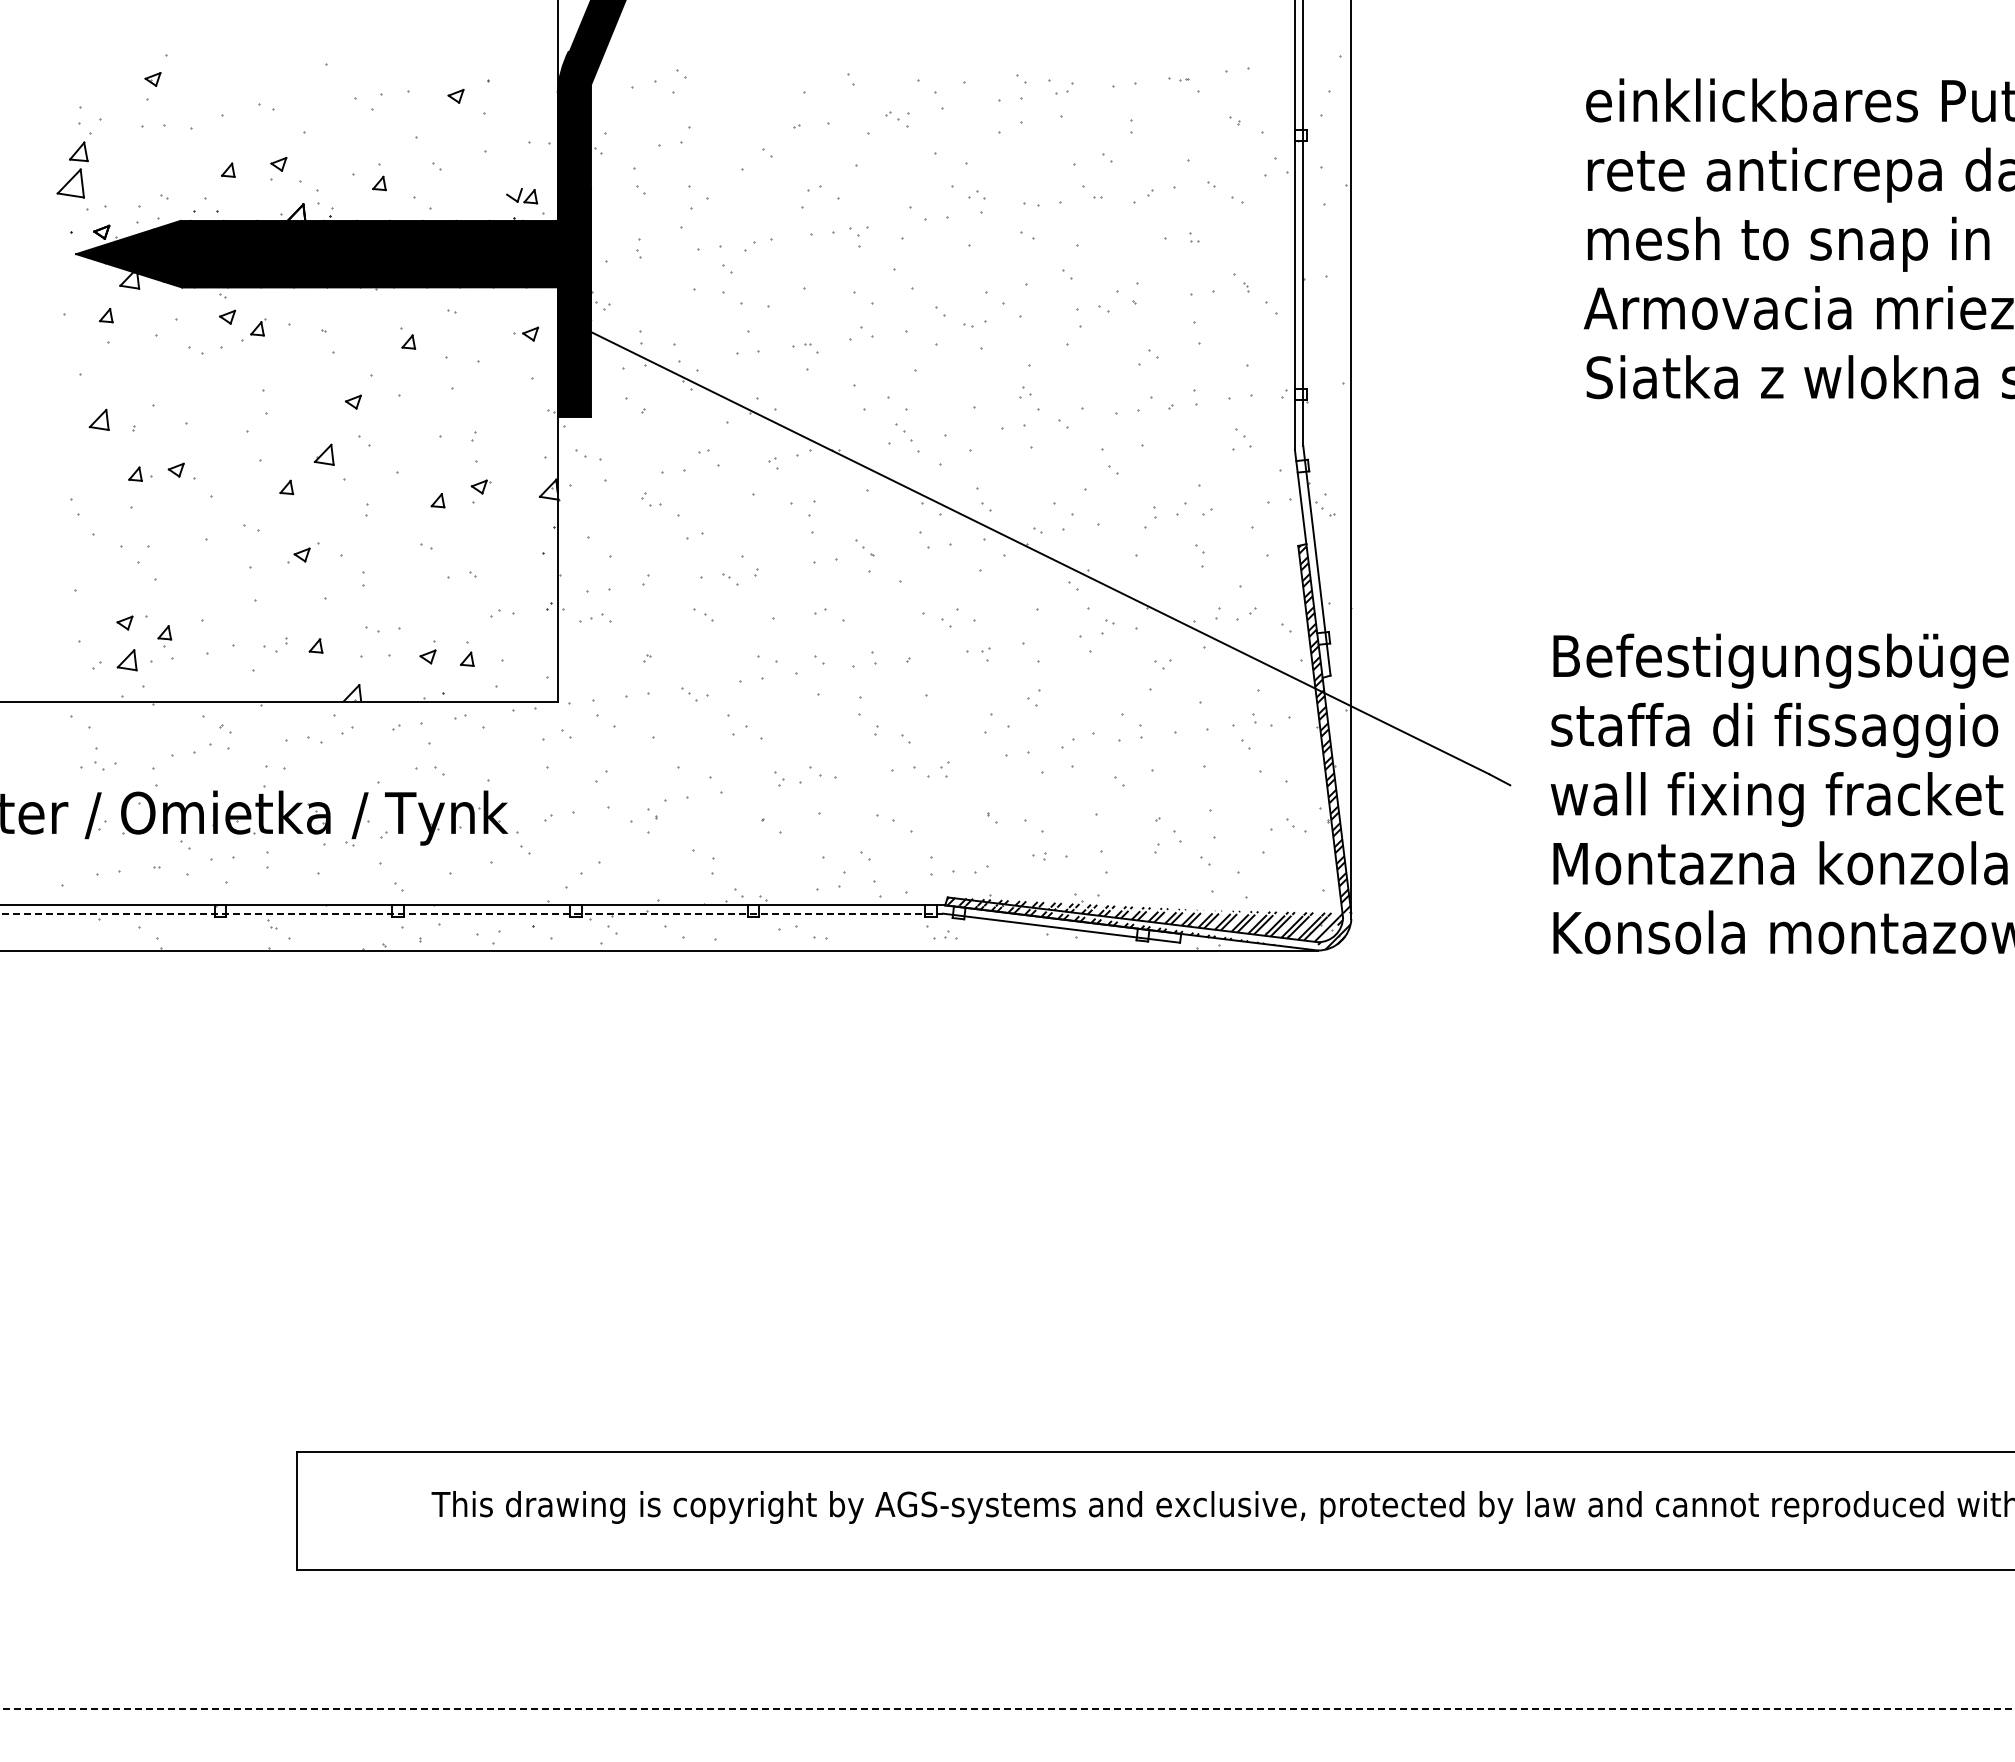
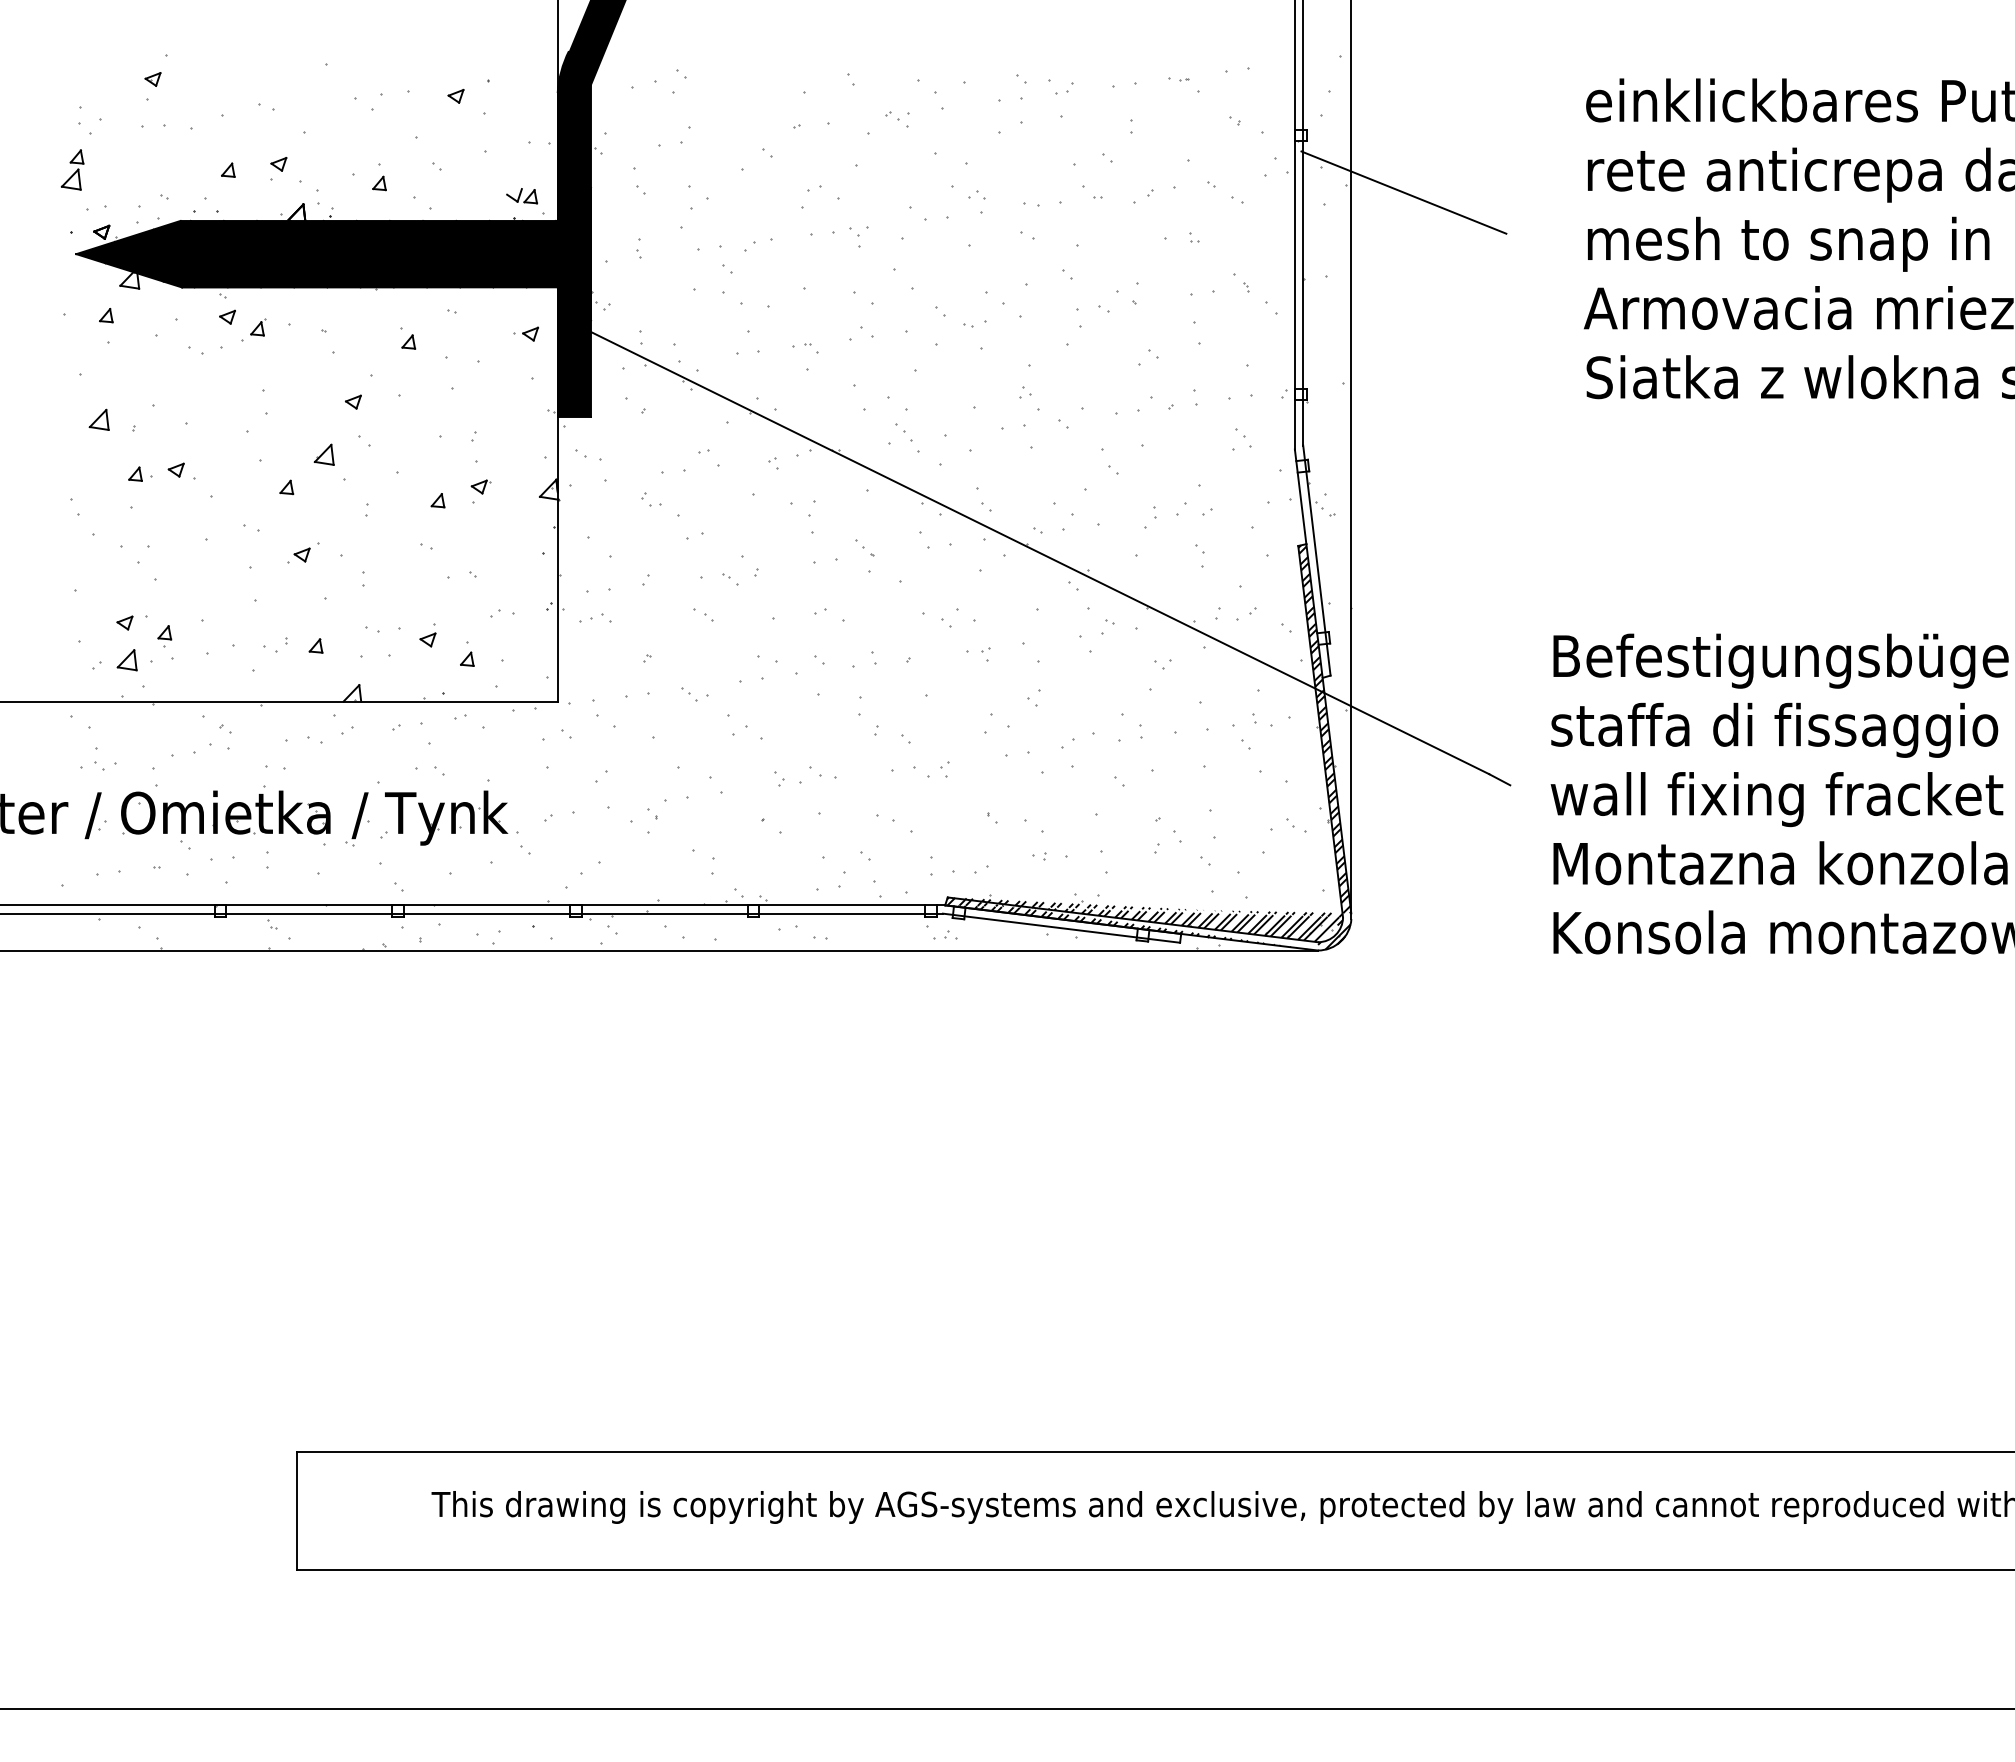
part at (72, 169) size: 33x58 px -> 25x42 px
line at (1403, 192): none -> present
part at (427, 652) position: (427, 652) -> (427, 635)
line at (472, 913): dashed -> solid
line at (1007, 1708): dashed -> solid
